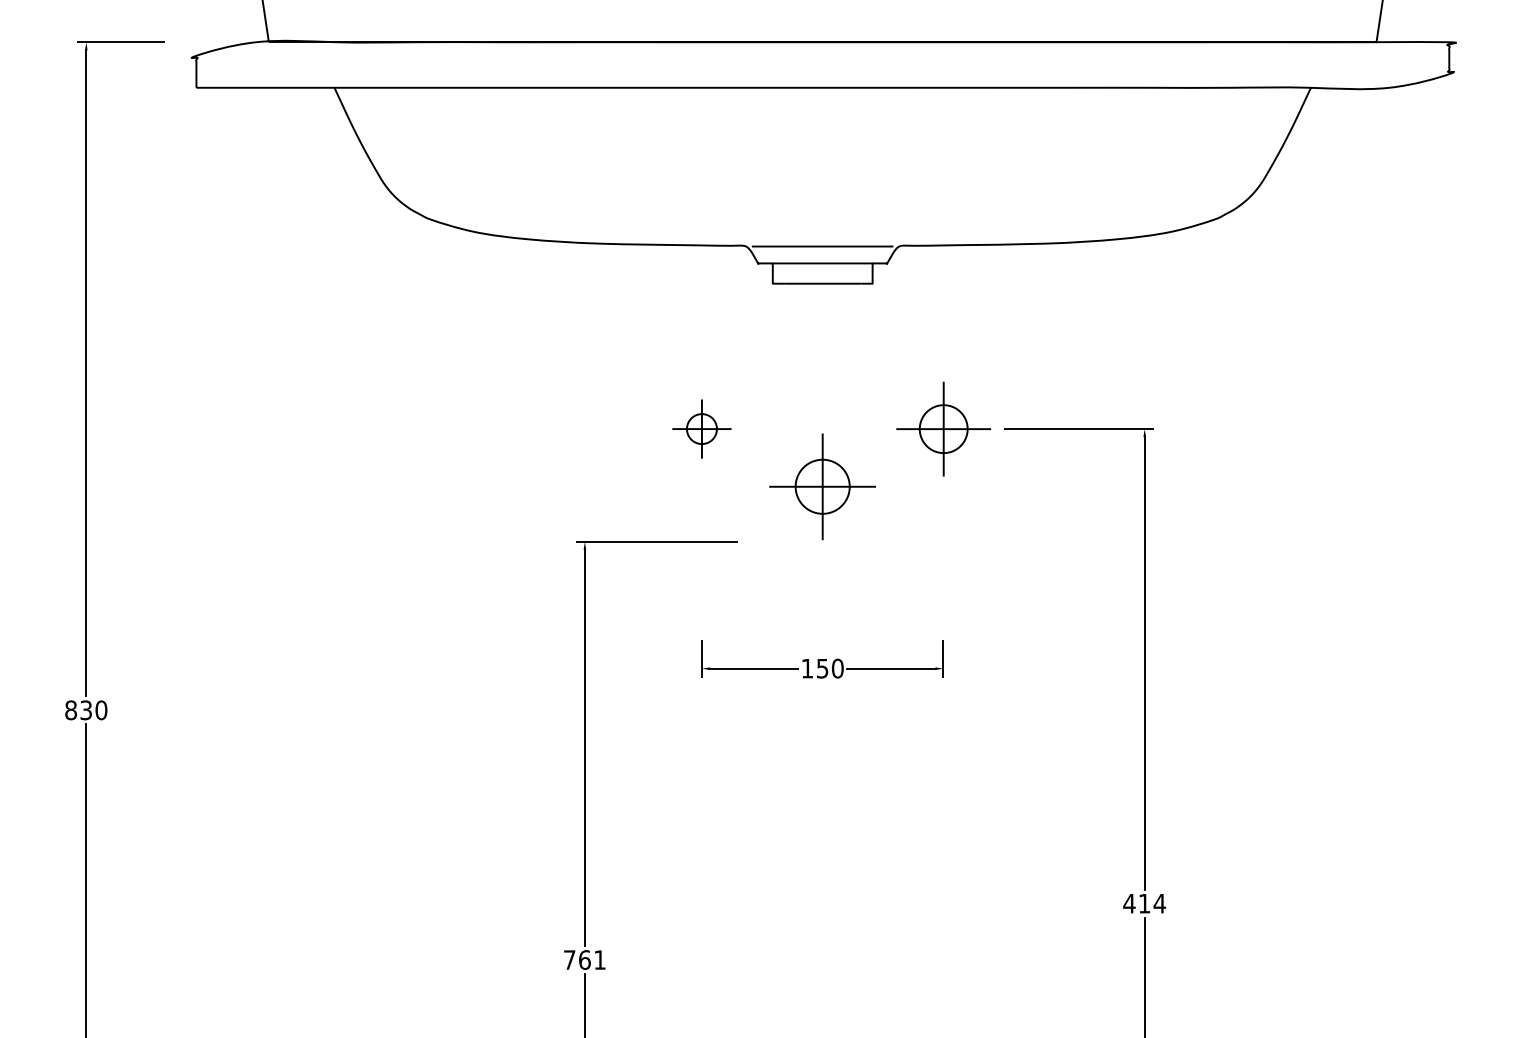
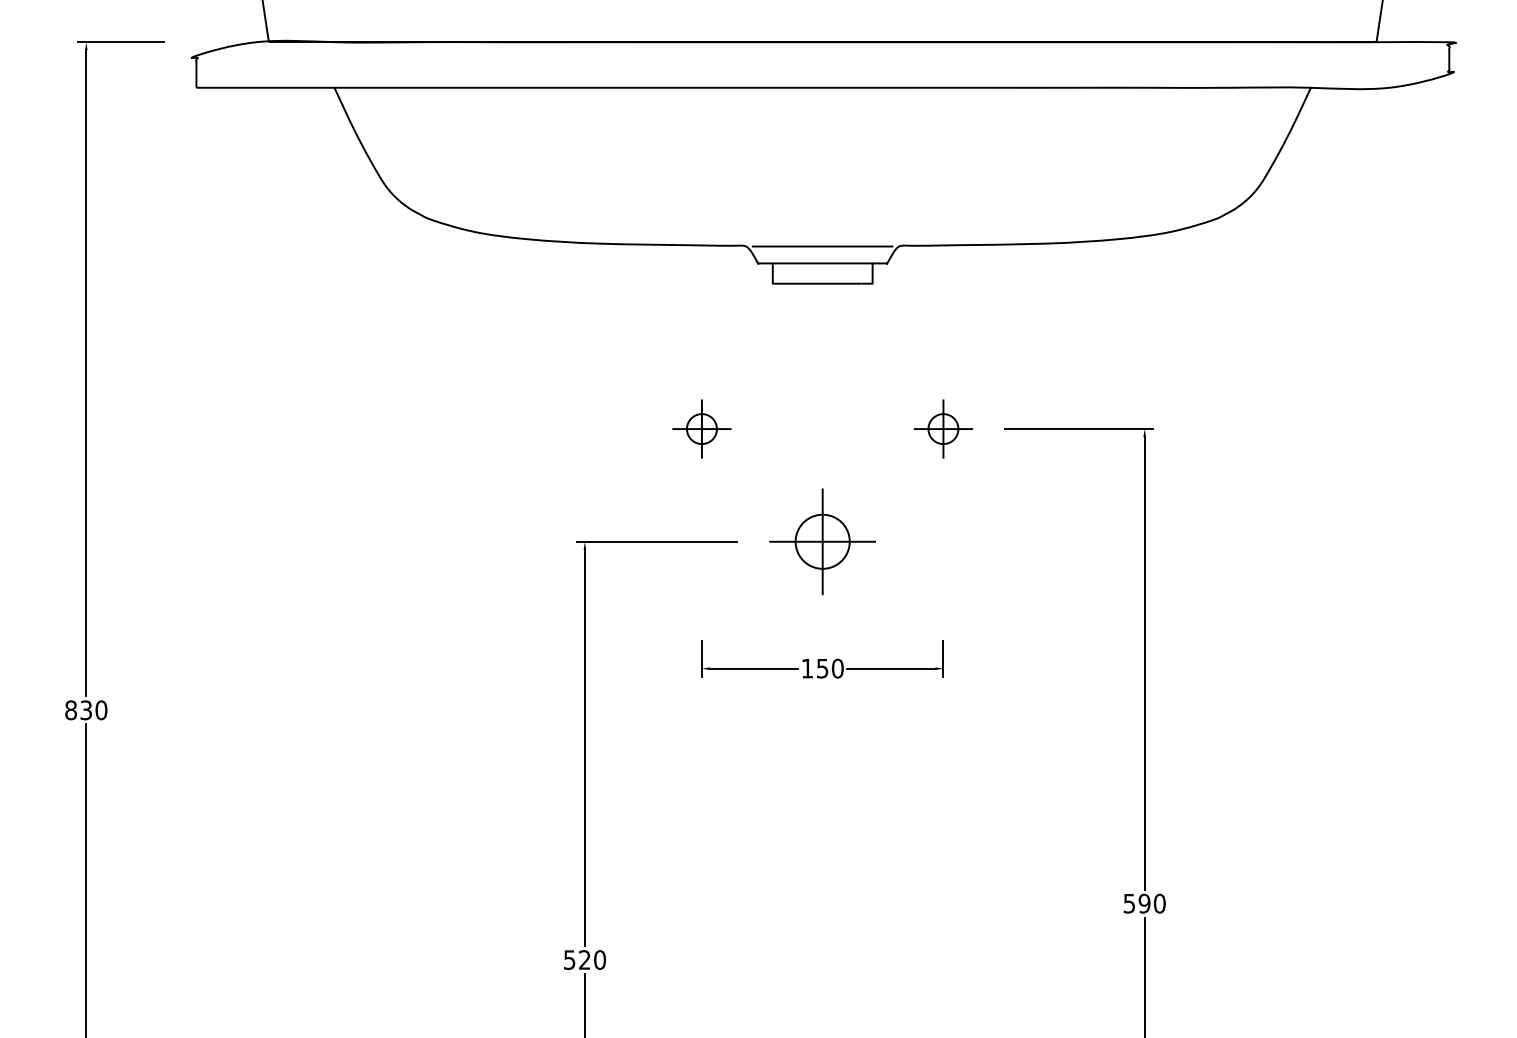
part at (943, 428) size: 96x96 px -> 60x60 px
part at (822, 486) position: (822, 486) -> (822, 541)
text at (1144, 903): 414 -> 590
text at (584, 959): 761 -> 520
